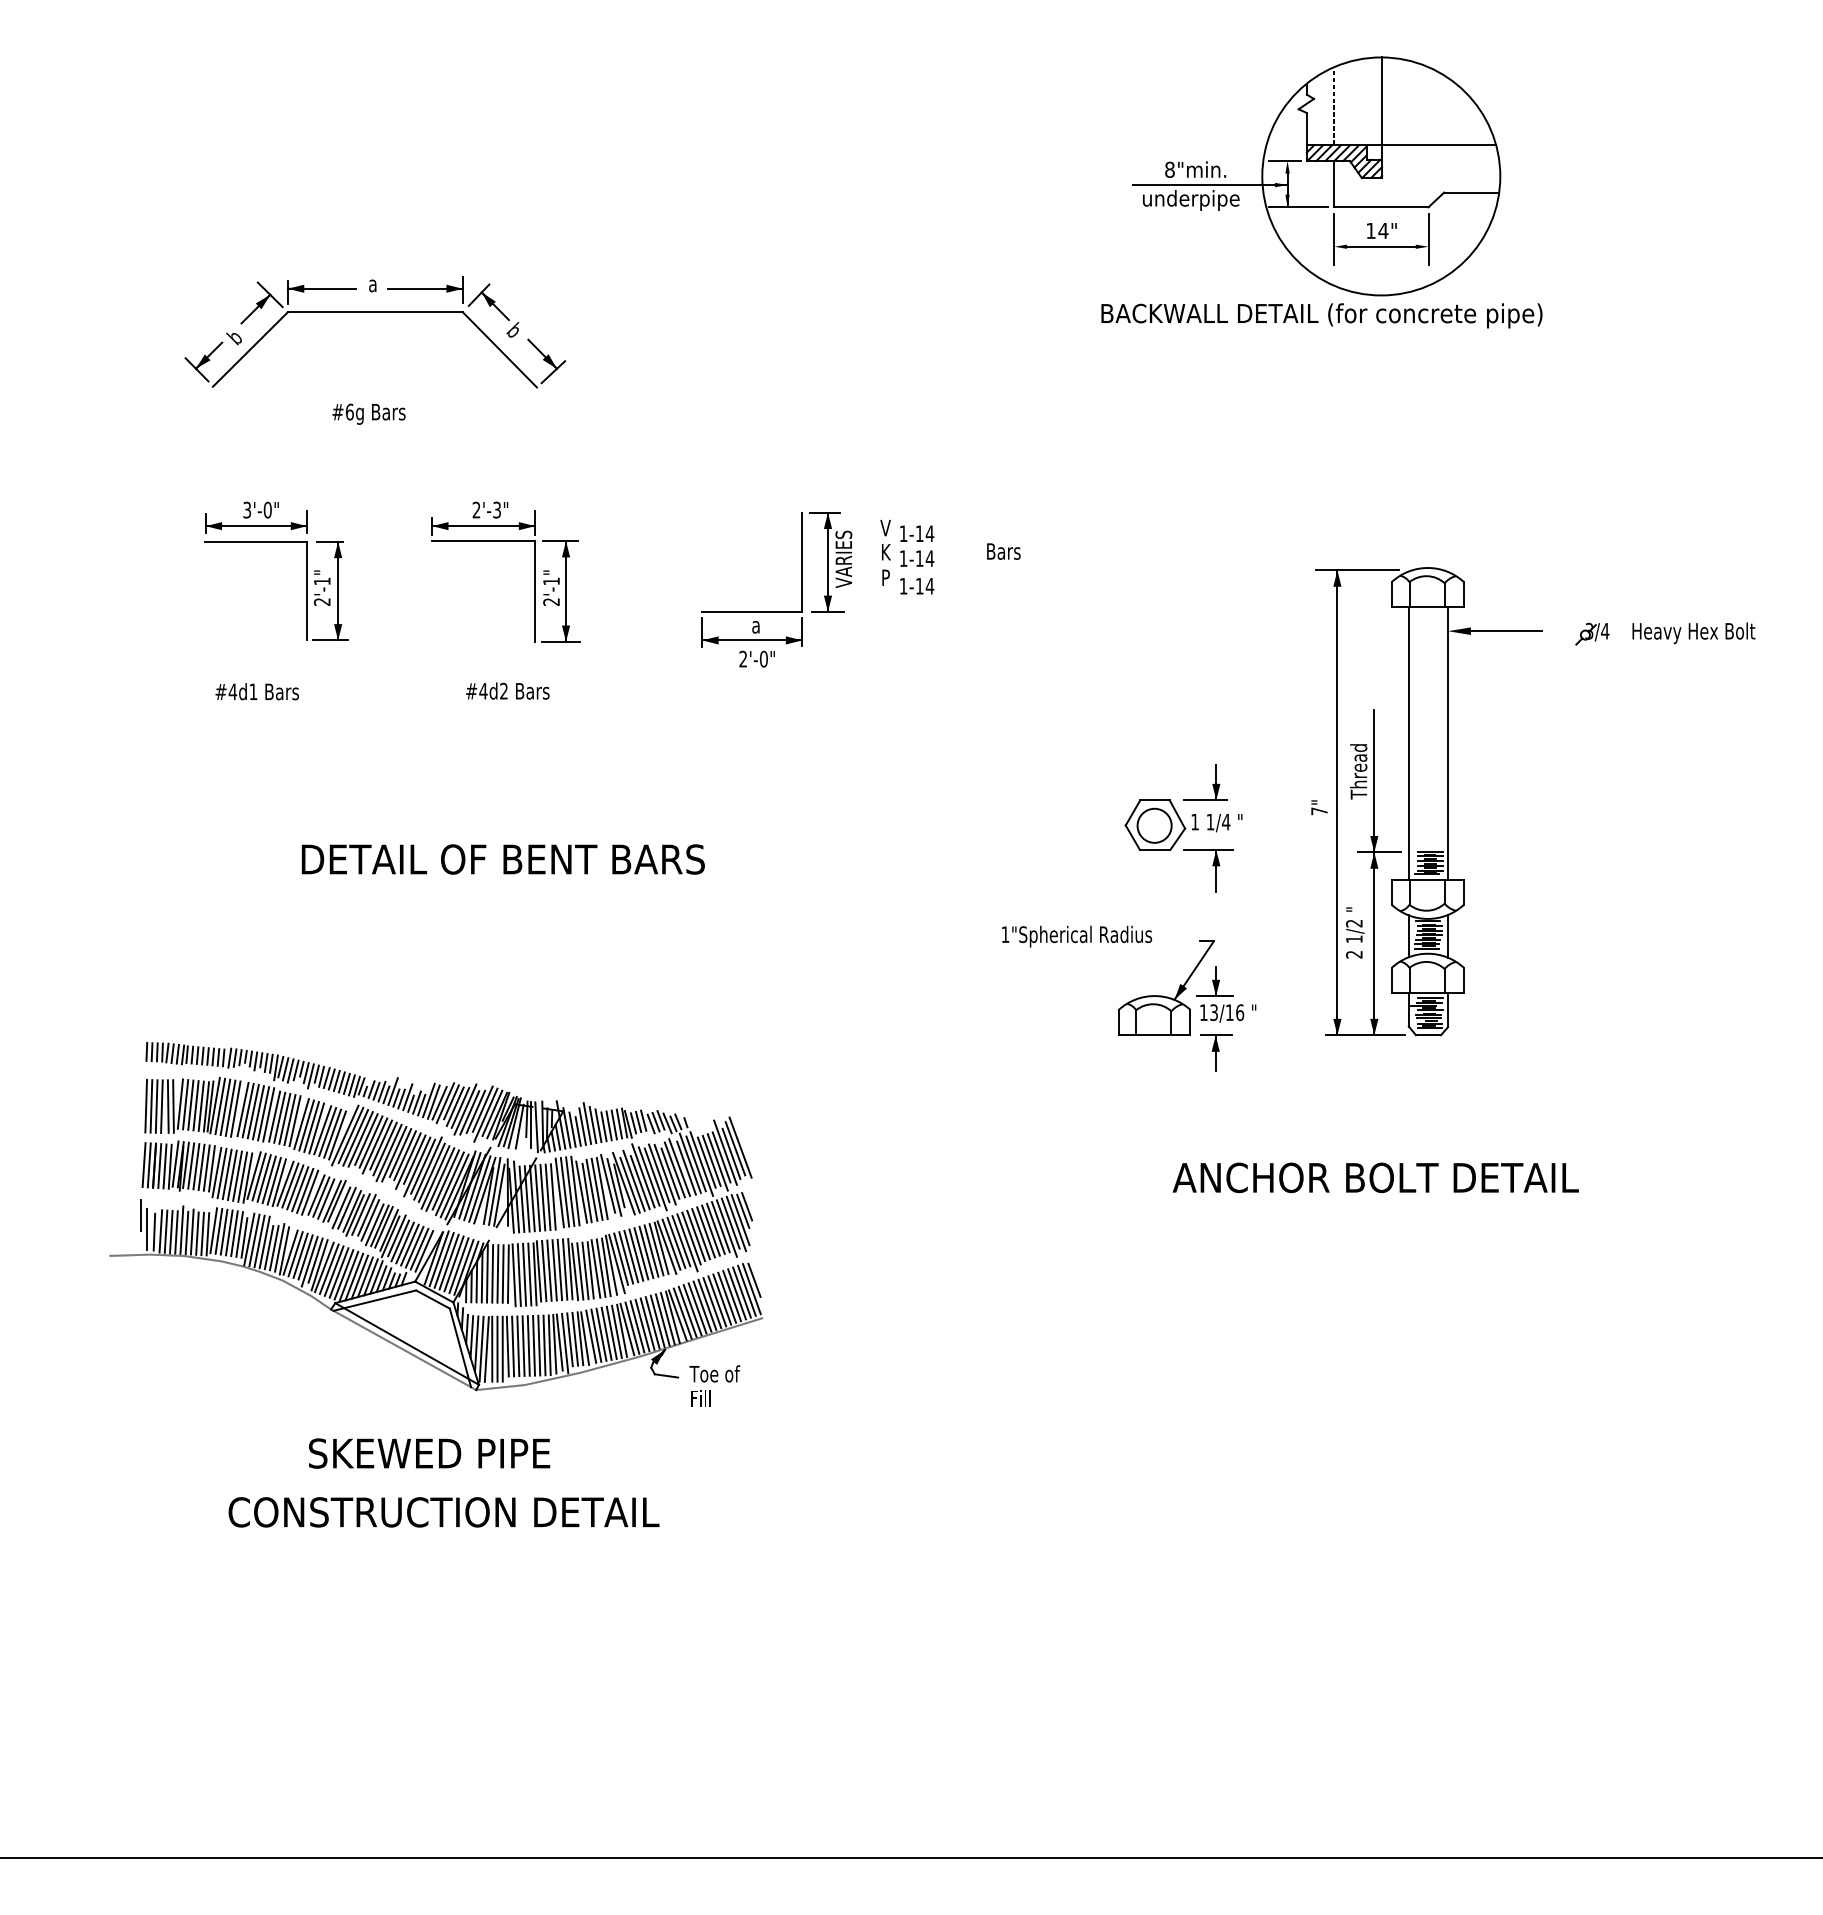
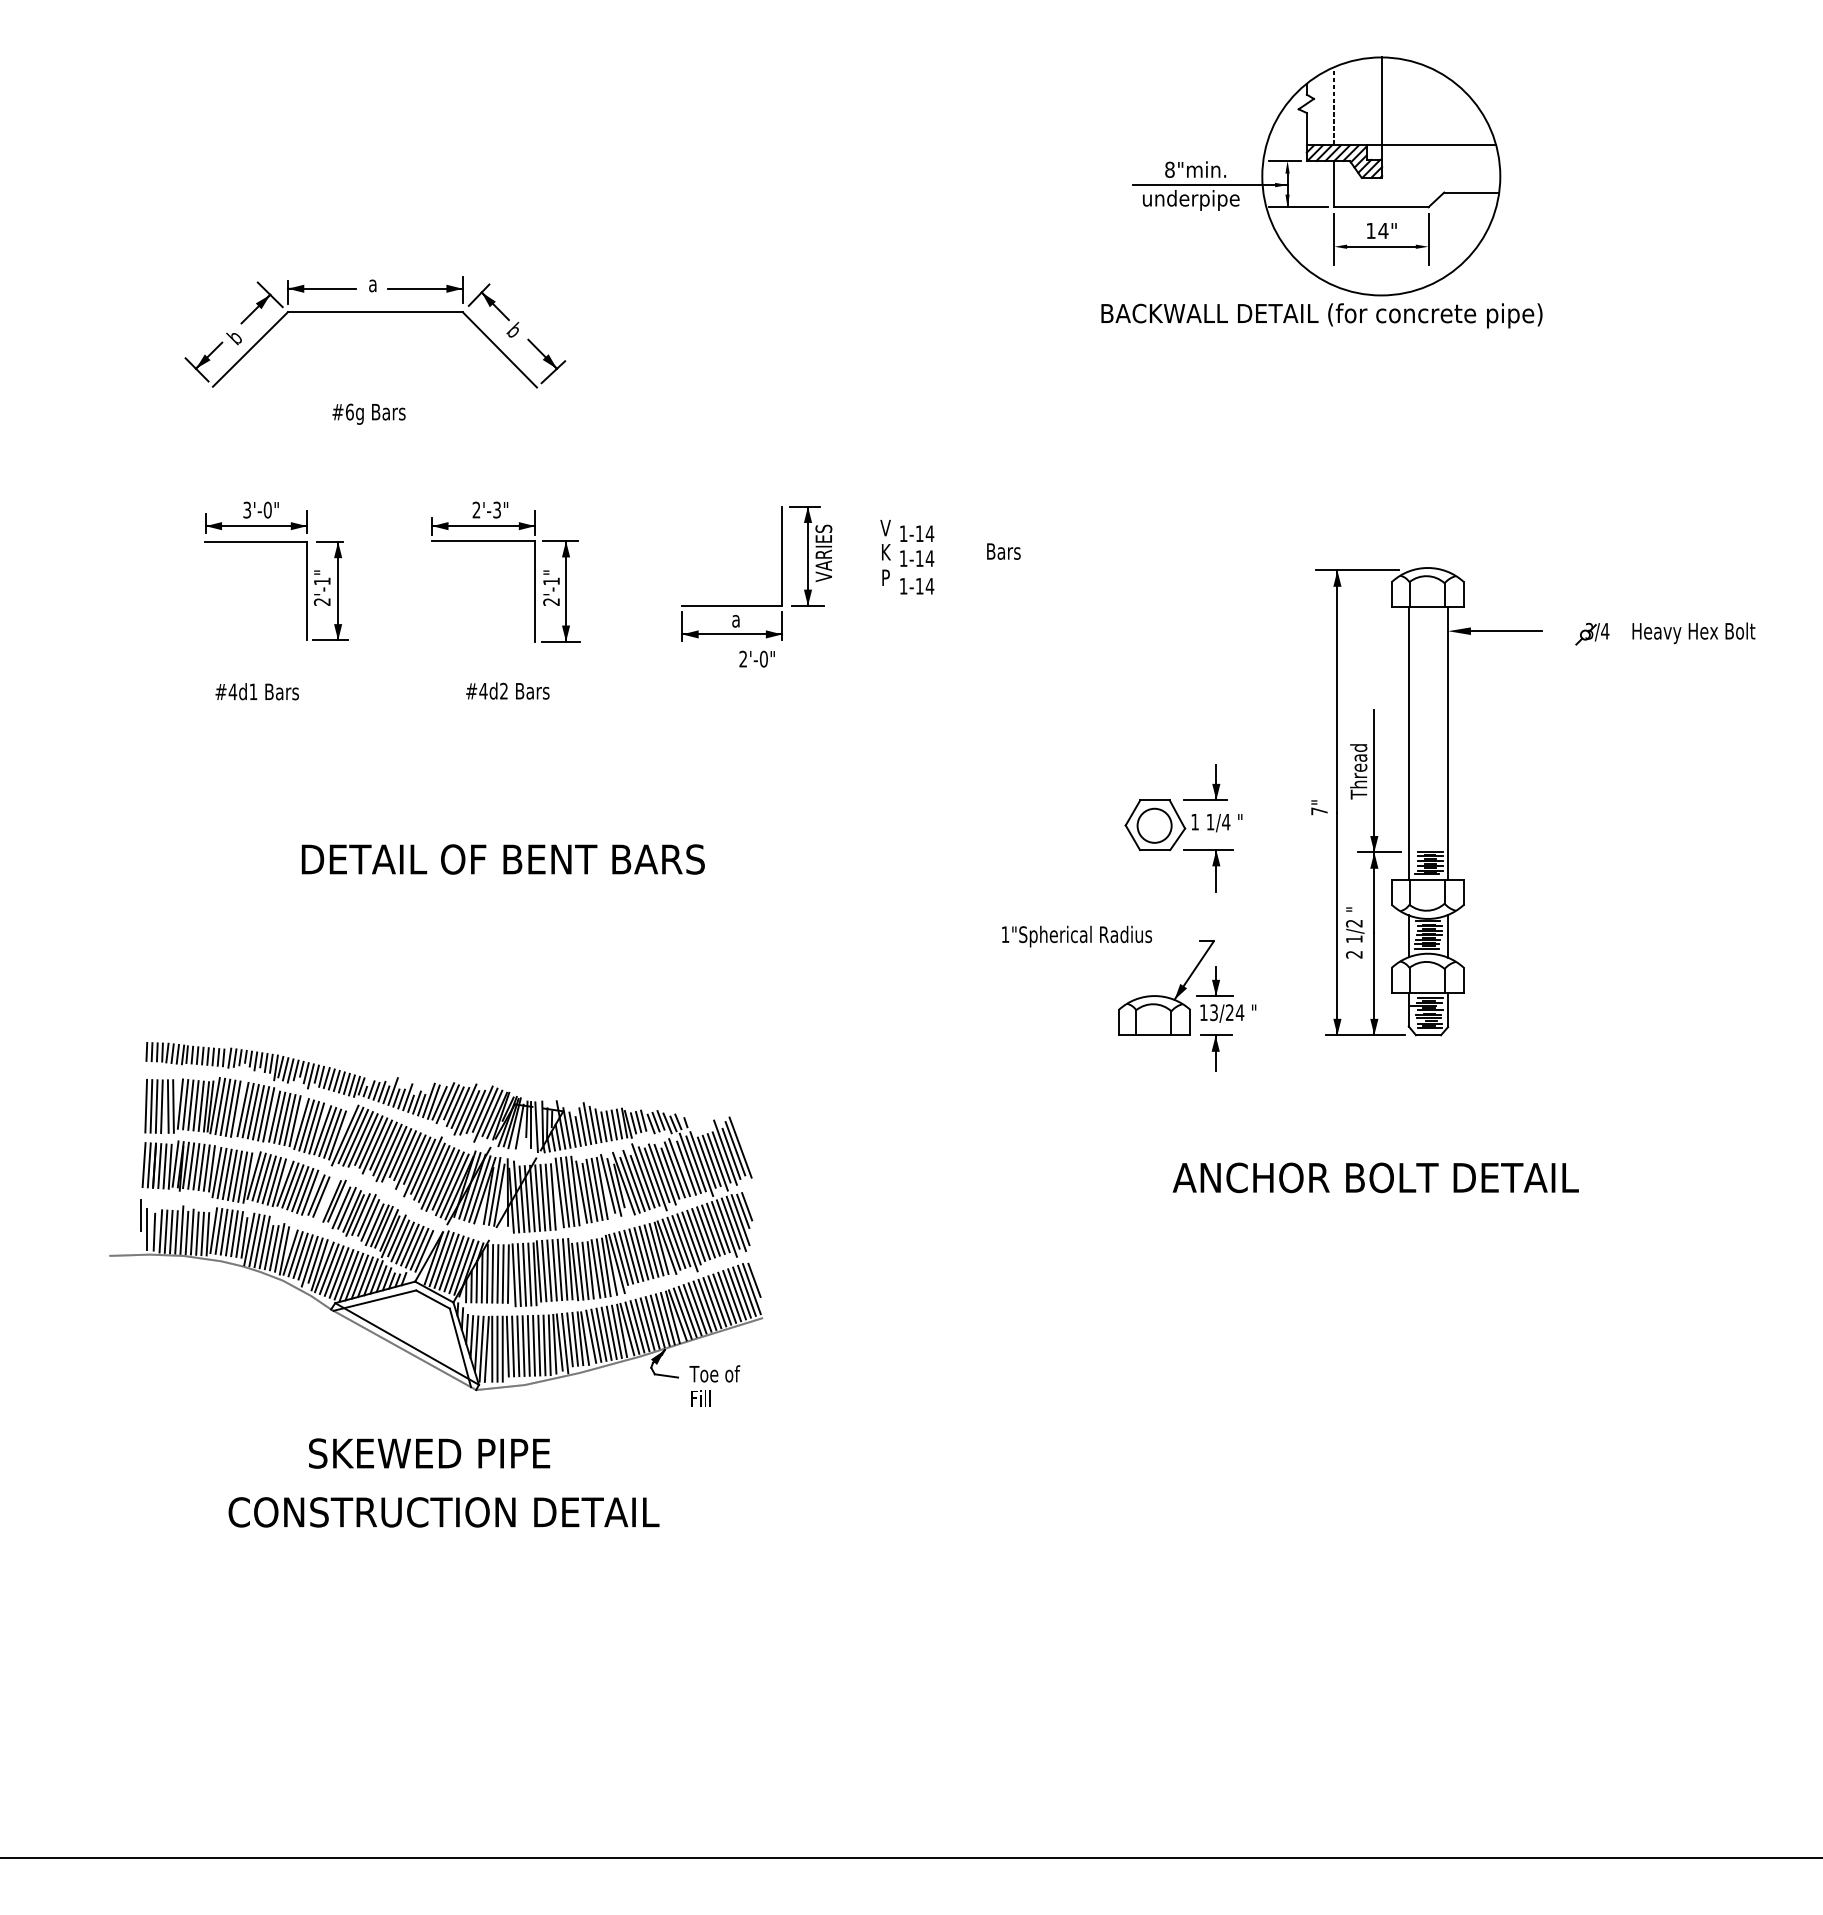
part at (801, 579) position: (801, 579) -> (781, 573)
text at (1235, 1012): 13/16 -> 13/24
line at (326, 1198): present -> none
